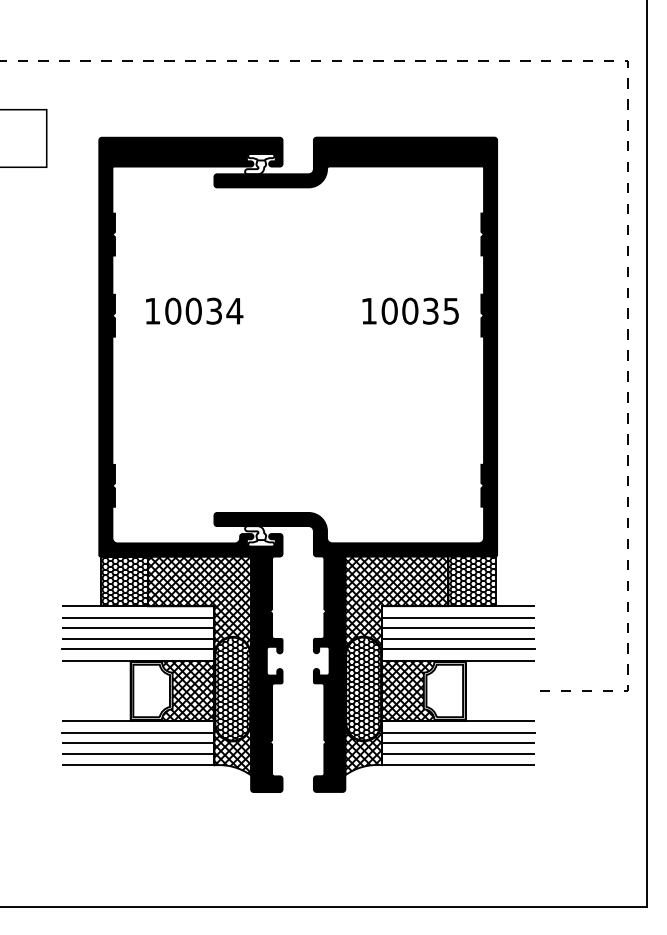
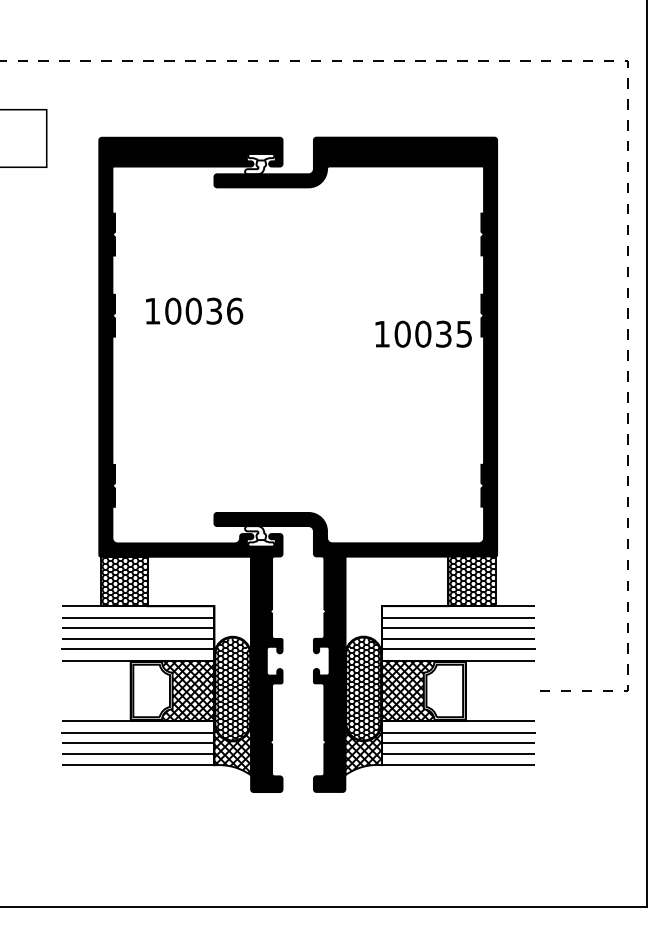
text at (234, 310): 10034 -> 10036
text at (410, 310) position: (410, 310) -> (423, 333)
hatch at (199, 605): present -> none
hatch at (396, 605): present -> none
